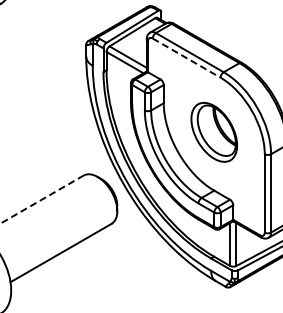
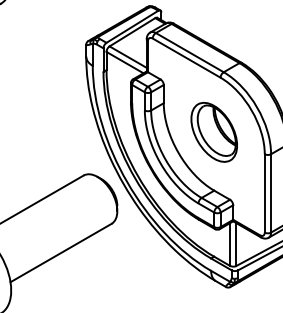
line at (187, 58): dashed -> solid
line at (42, 199): dashed -> solid
